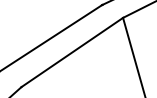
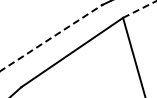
line at (140, 9): solid -> dashed
line at (51, 38): solid -> dashed
